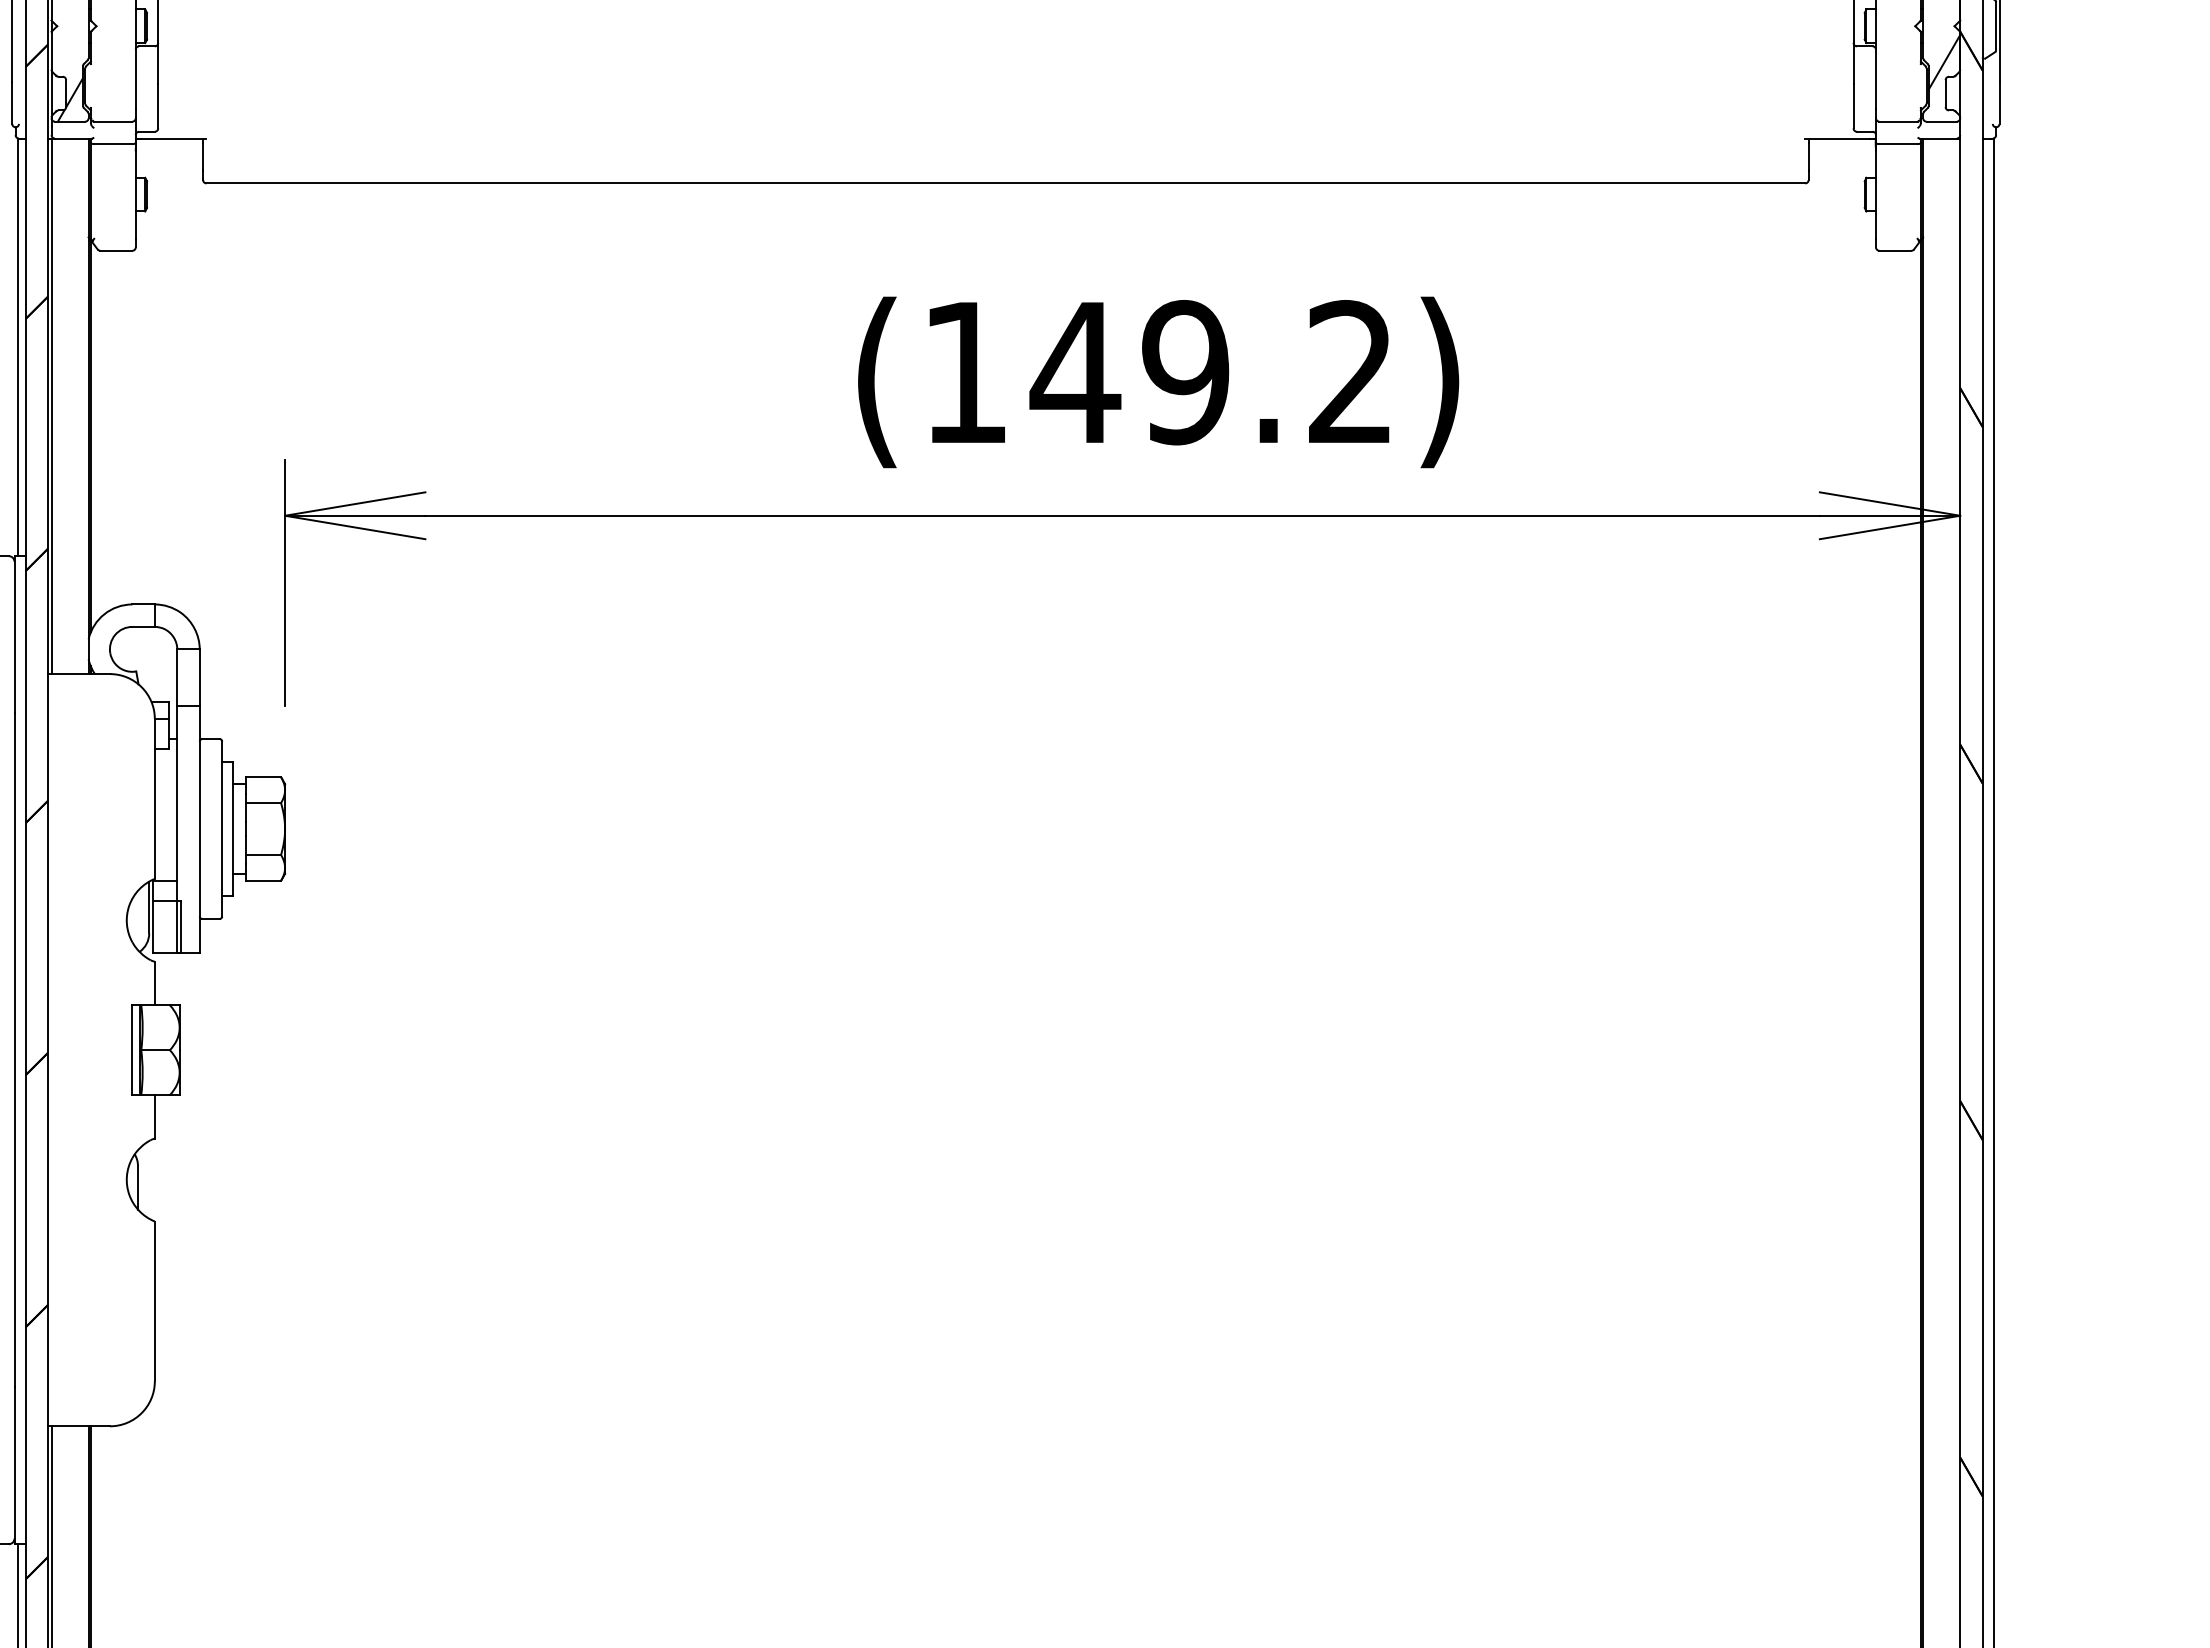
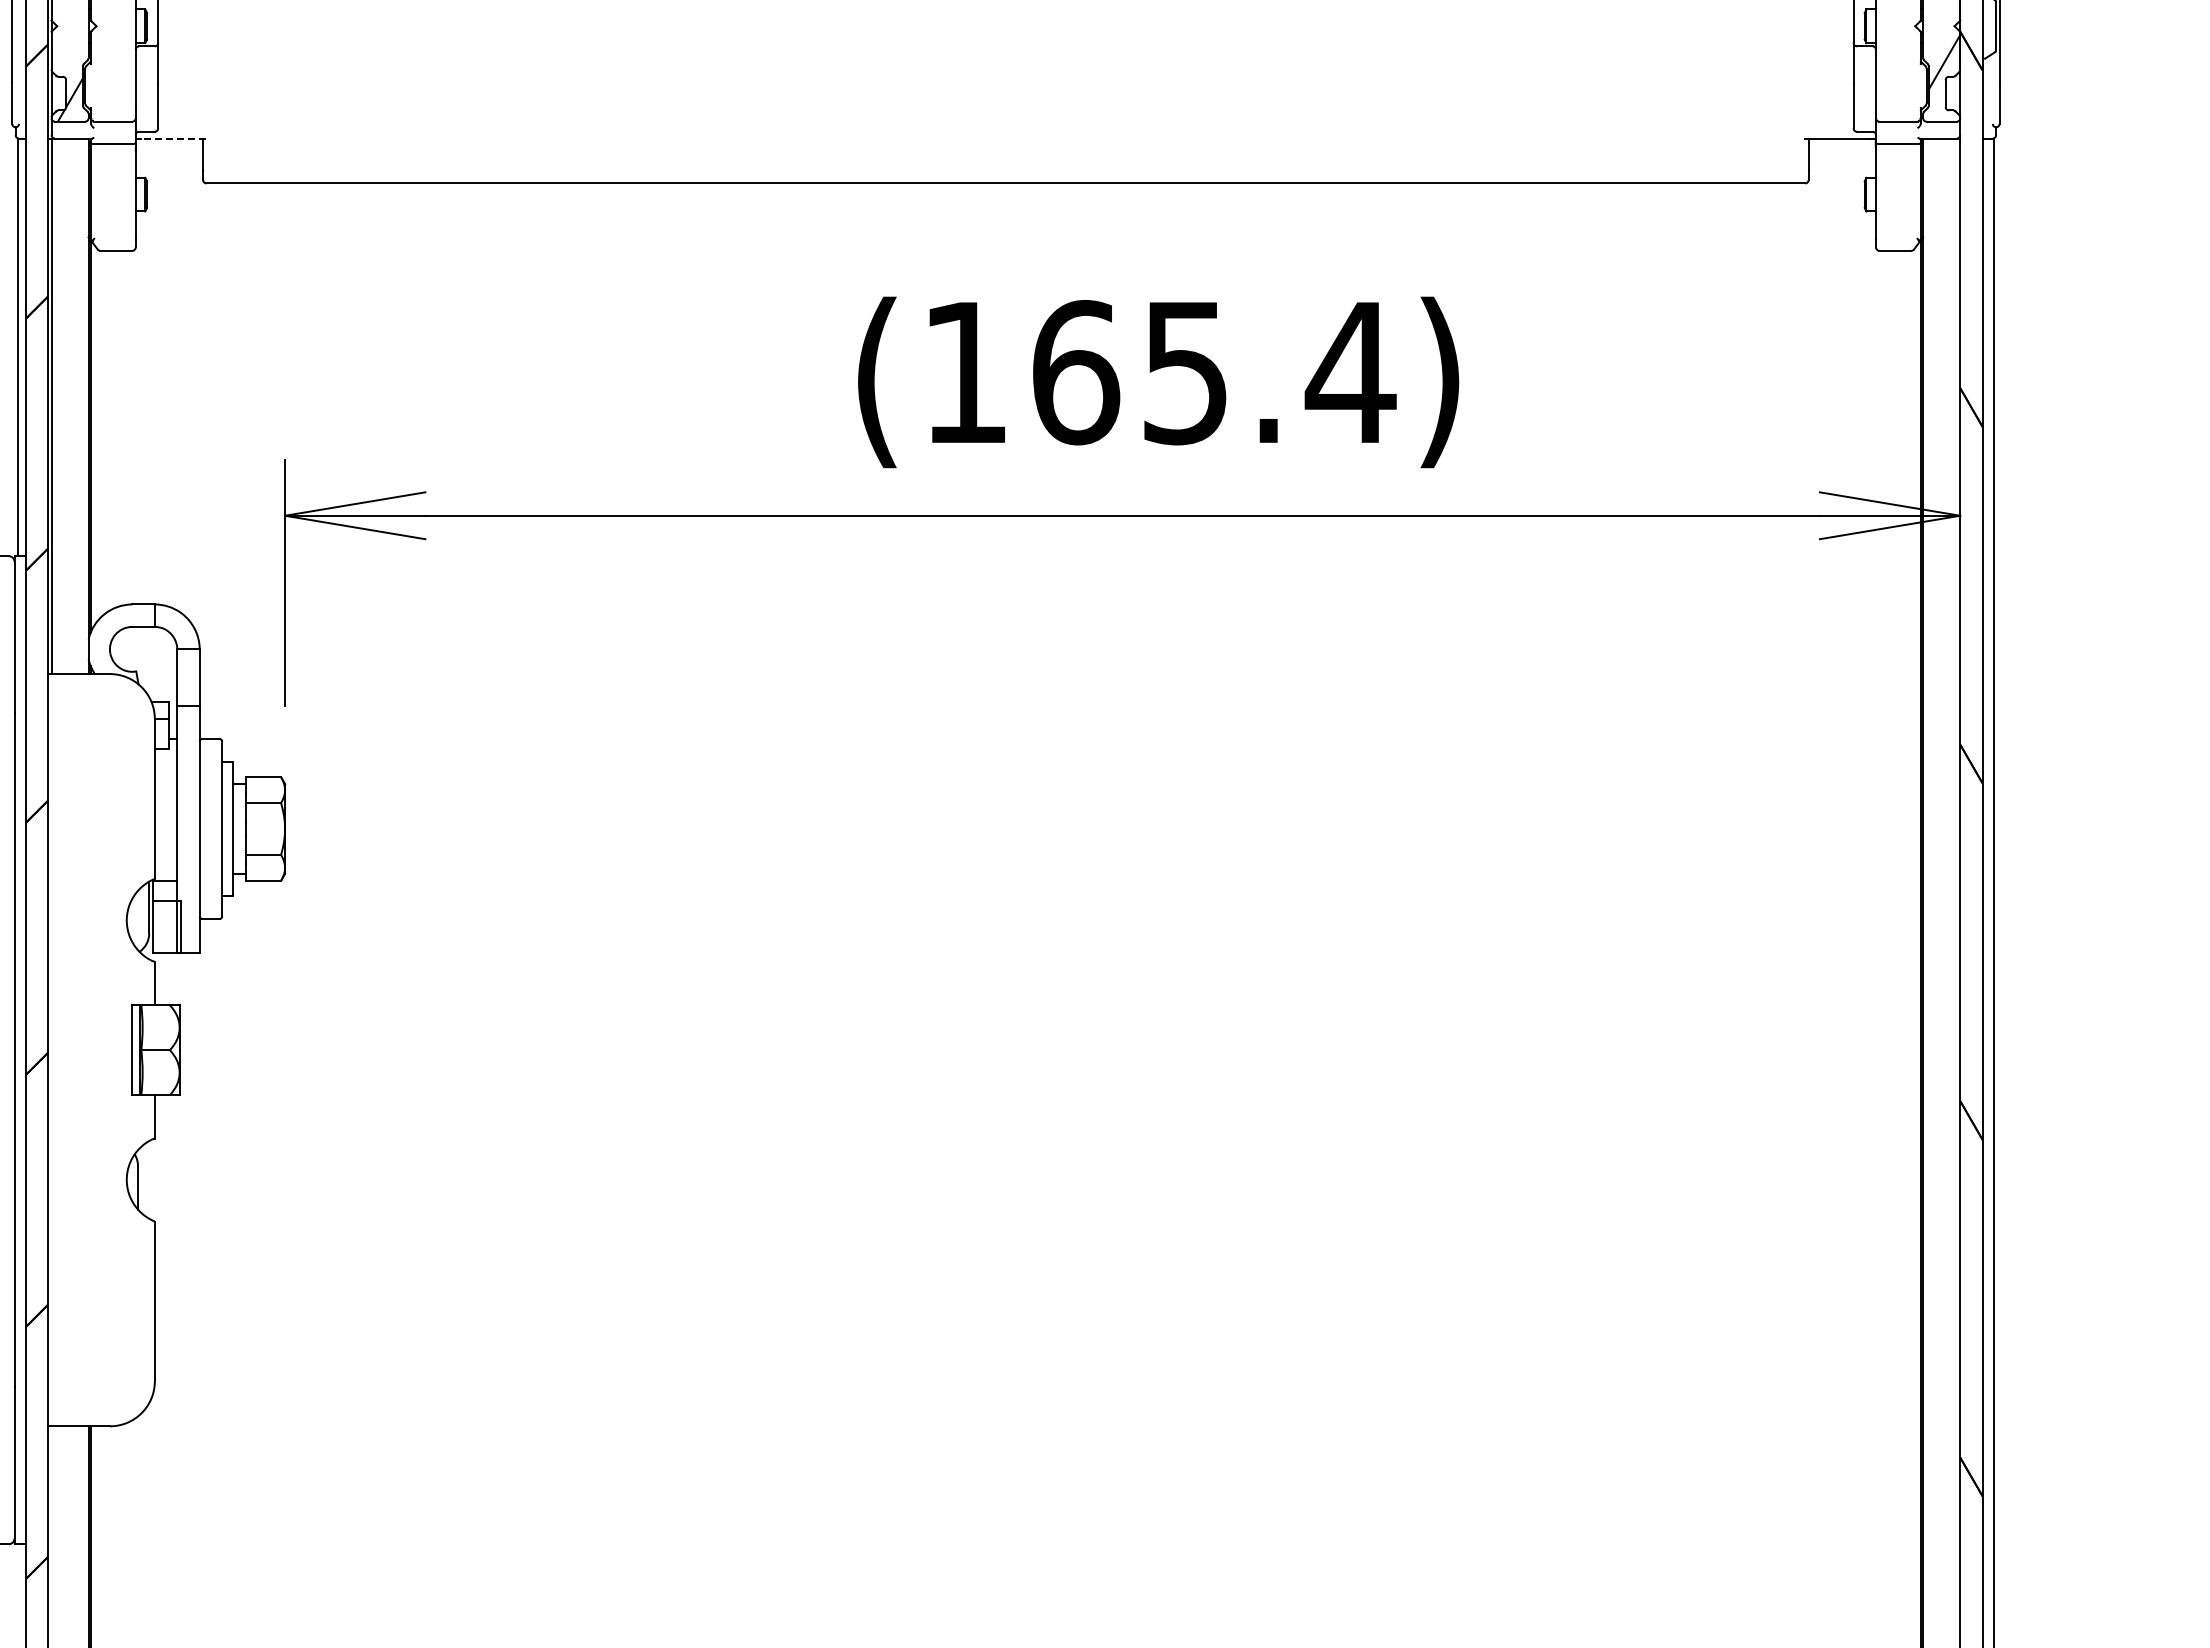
line at (173, 138): solid -> dashed
text at (1212, 372): (149.2) -> (165.4)
line at (51, 1535): present -> none
line at (17, 1594): present -> none
